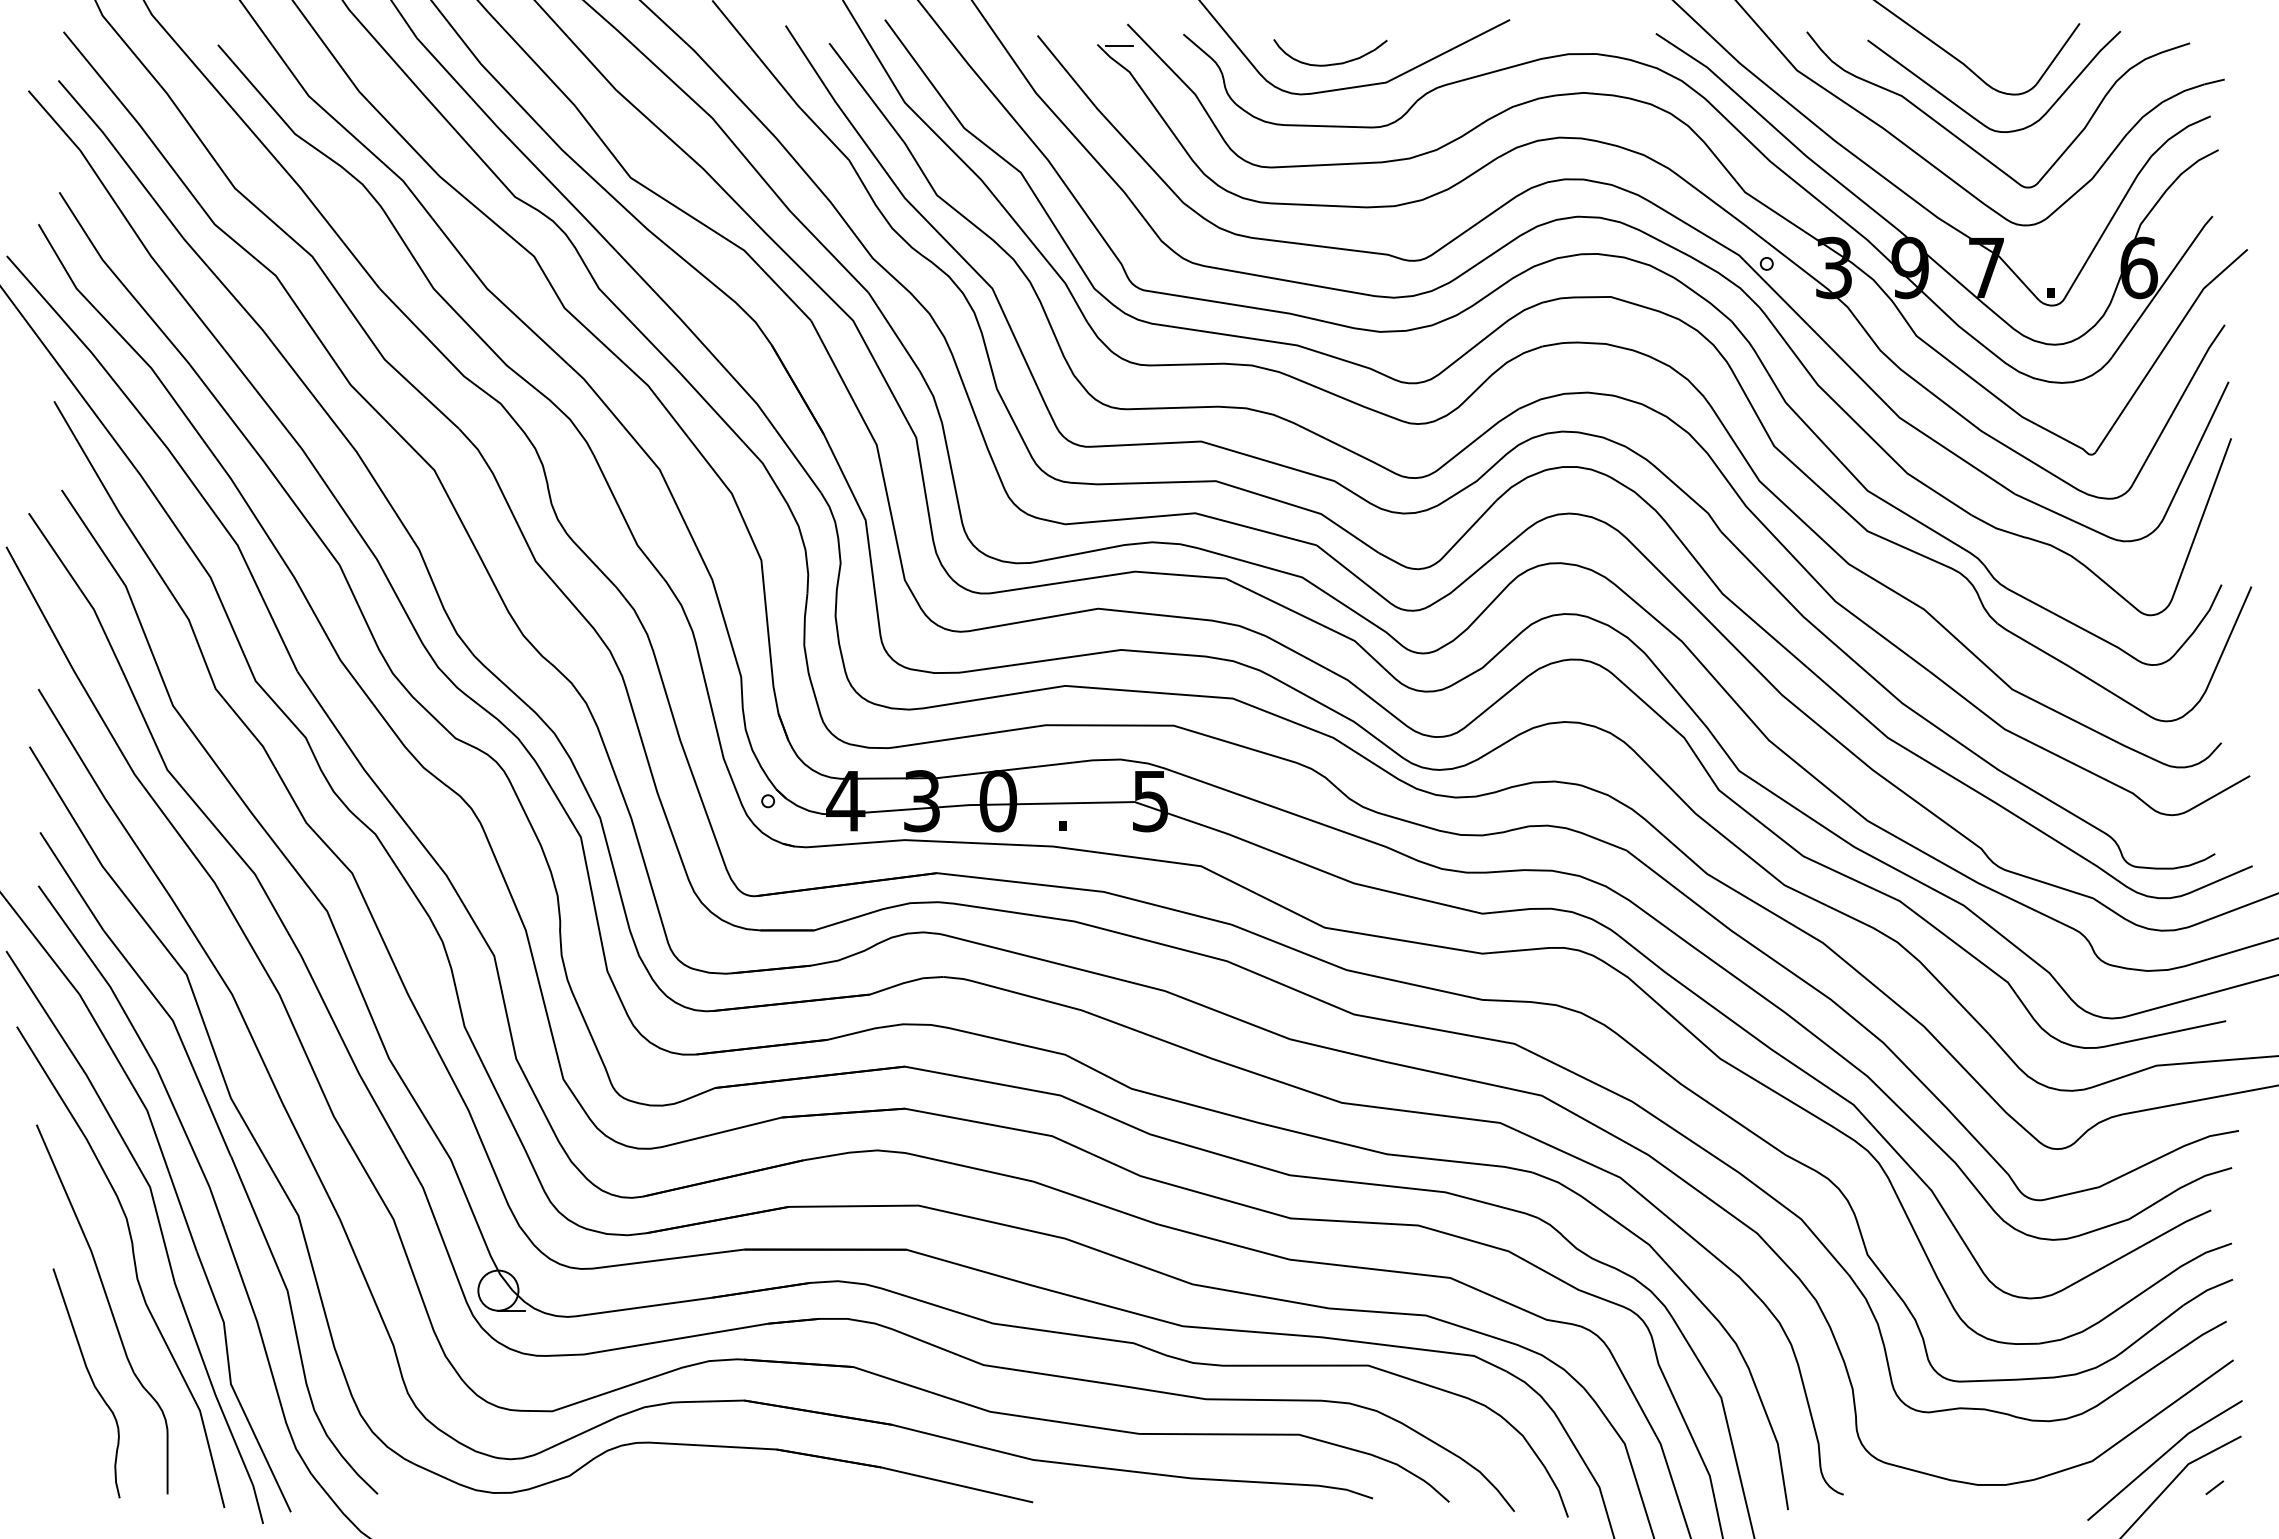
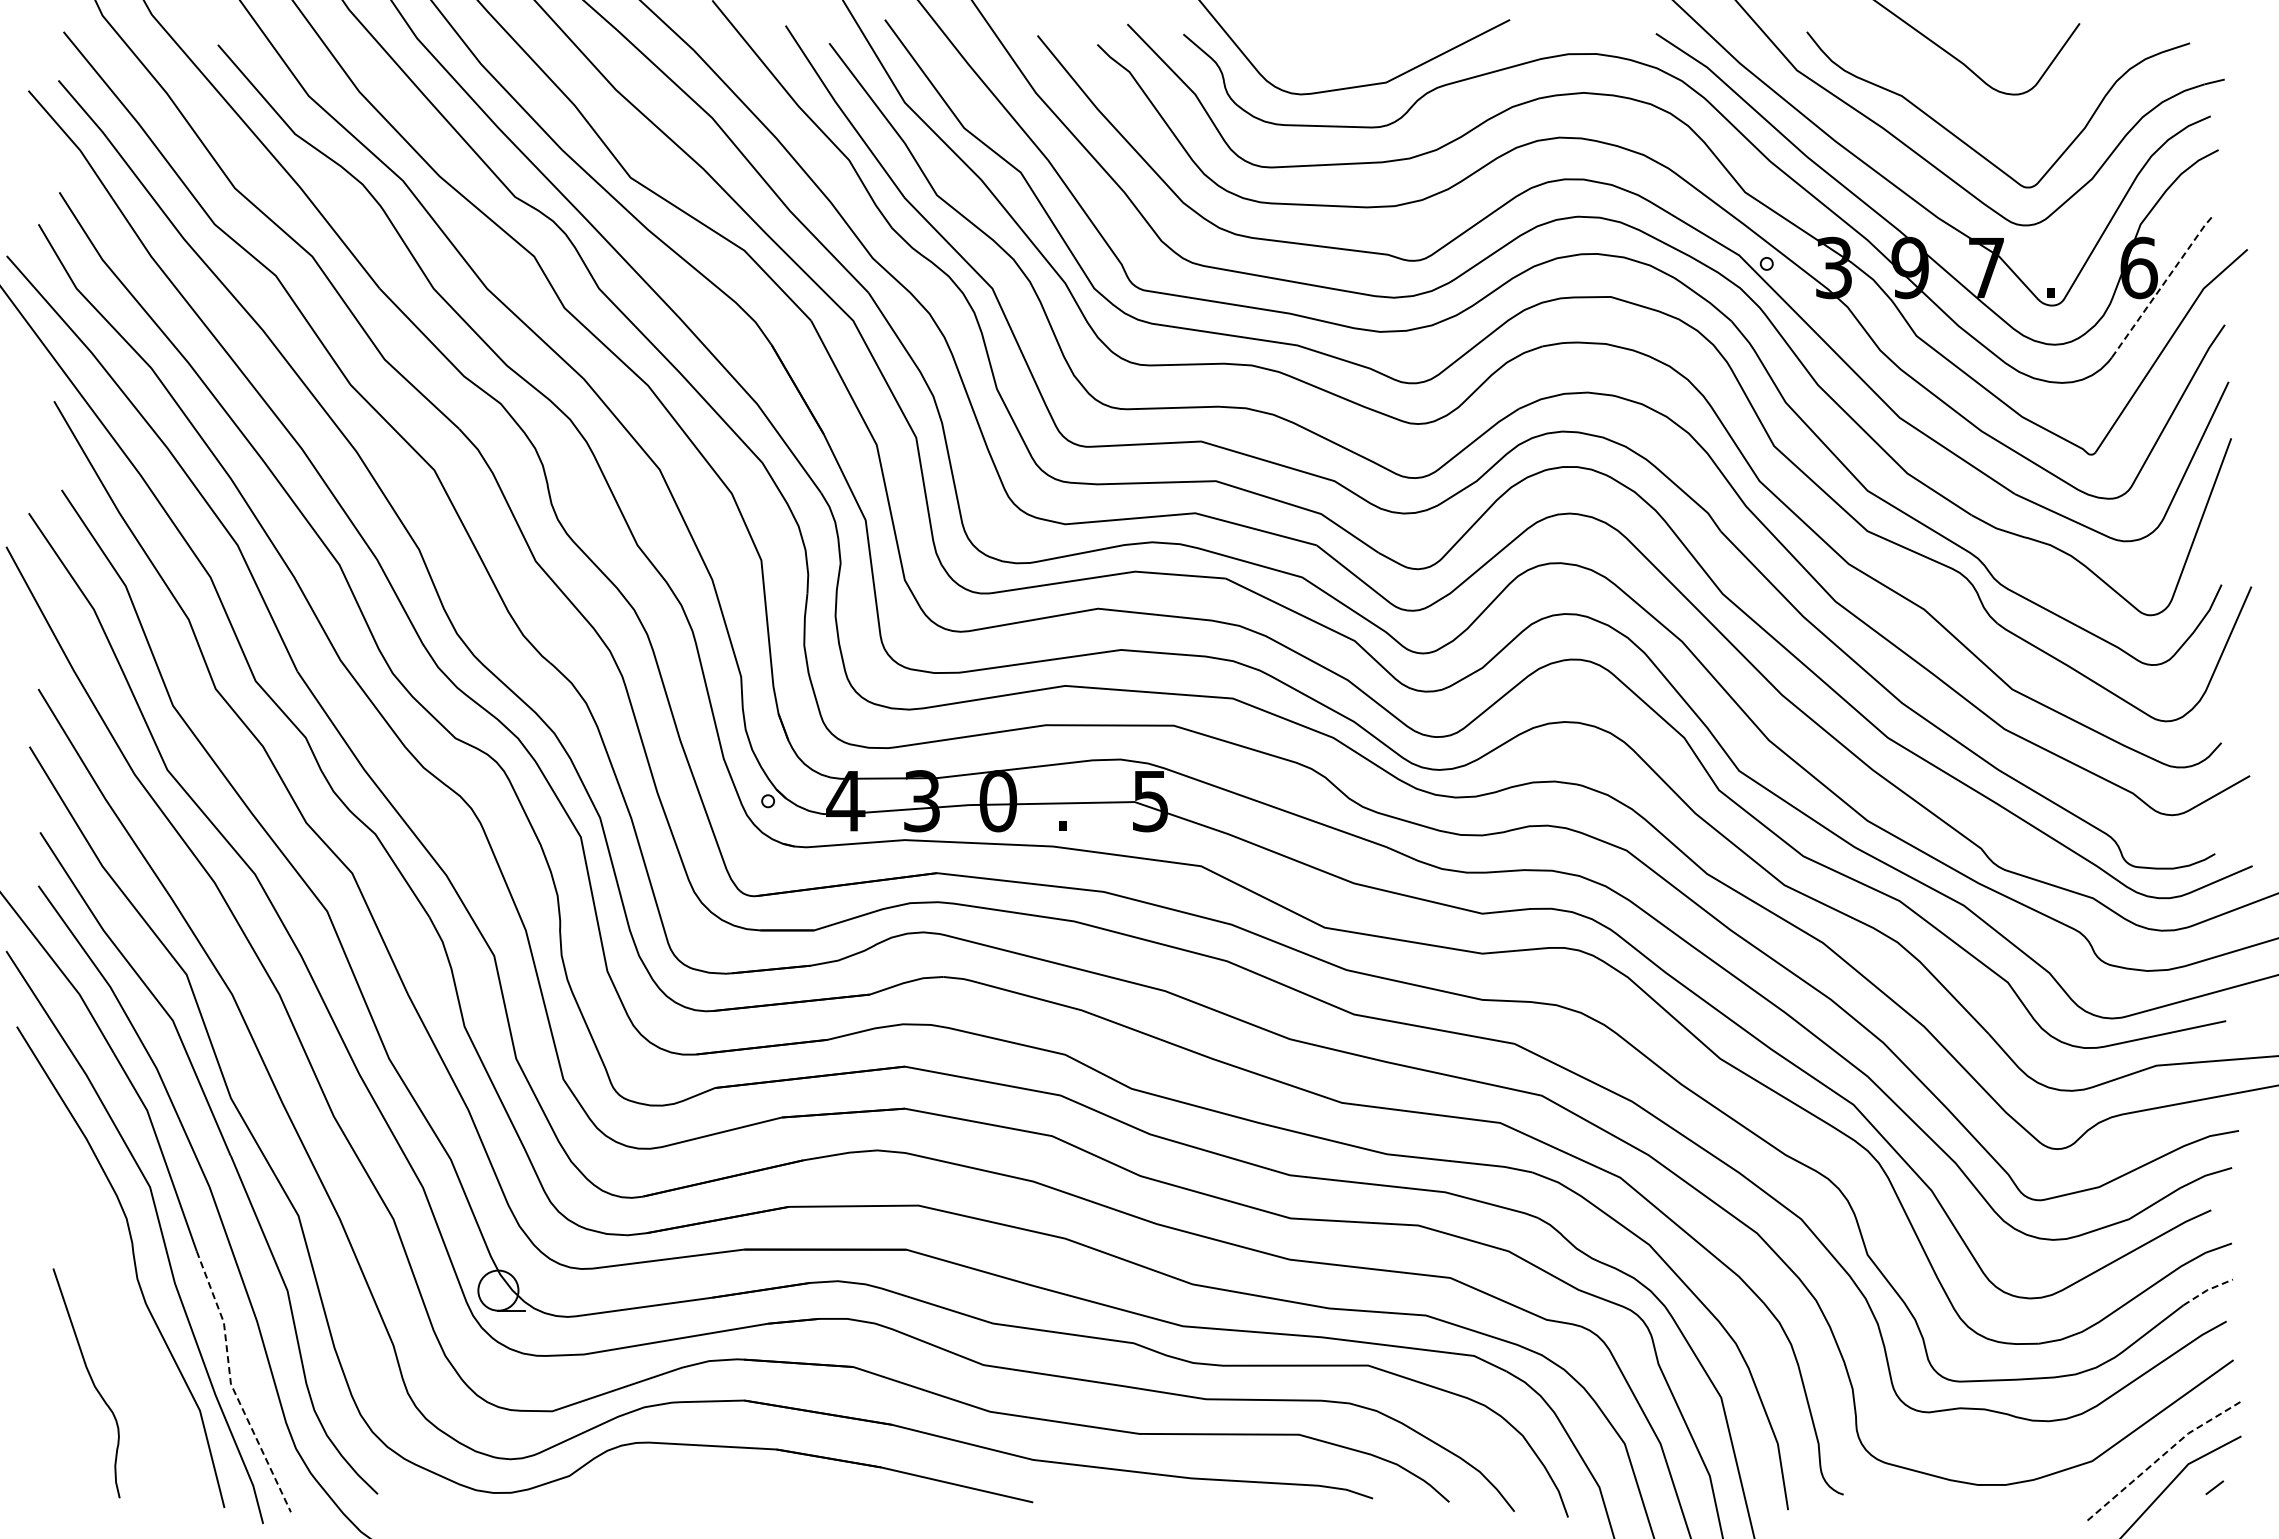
line at (1118, 46): present -> none
curve at (1331, 63): present -> none
curve at (1968, 112): present -> none
line at (2162, 285): solid -> dashed
line at (2207, 1290): solid -> dashed
curve at (109, 1308): present -> none
line at (230, 1384): solid -> dashed
line at (2162, 1455): solid -> dashed
